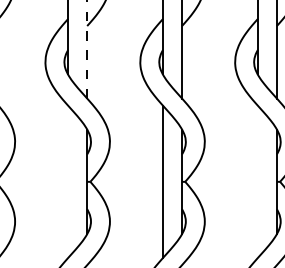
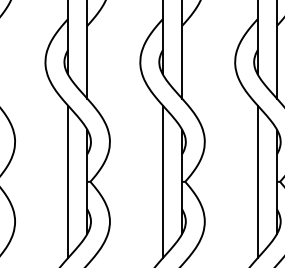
line at (87, 48): dashed -> solid
line at (68, 181): none -> present
line at (257, 181): none -> present
